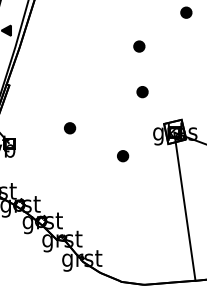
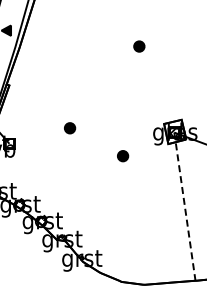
part at (186, 12): present -> none
part at (142, 92): present -> none
line at (184, 206): solid -> dashed
